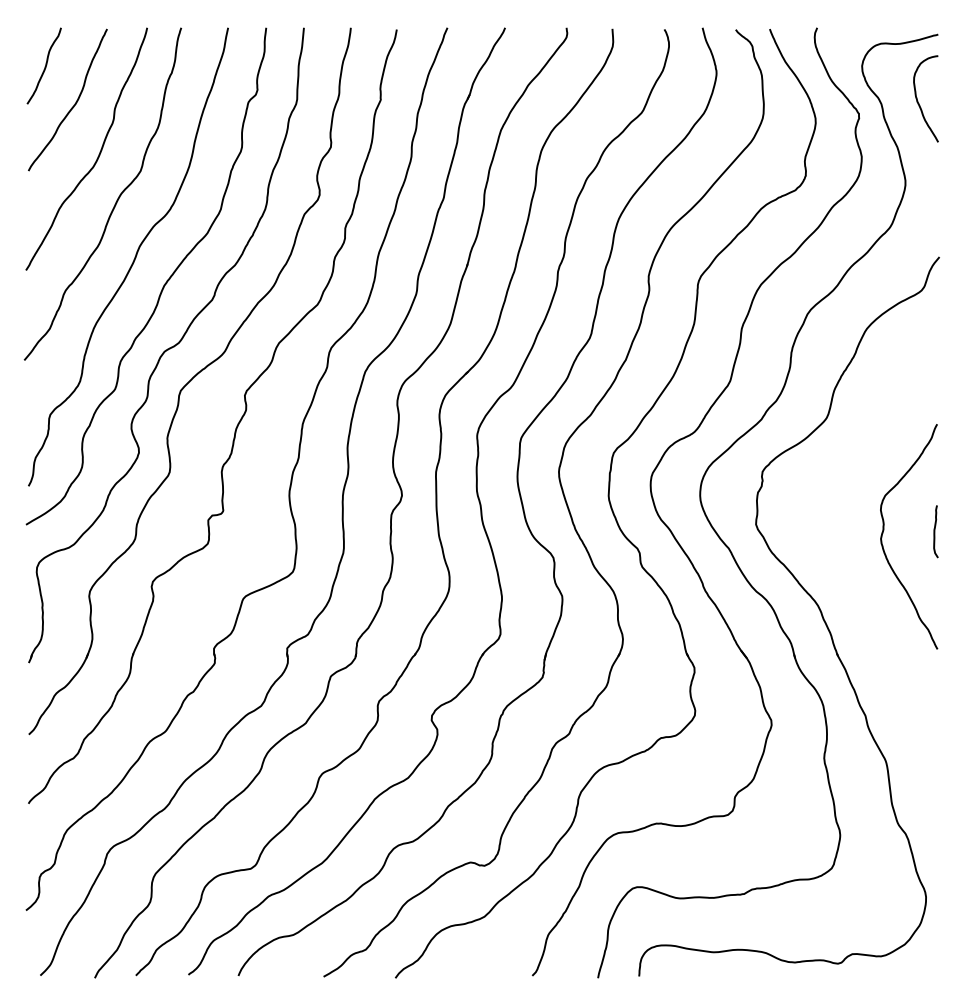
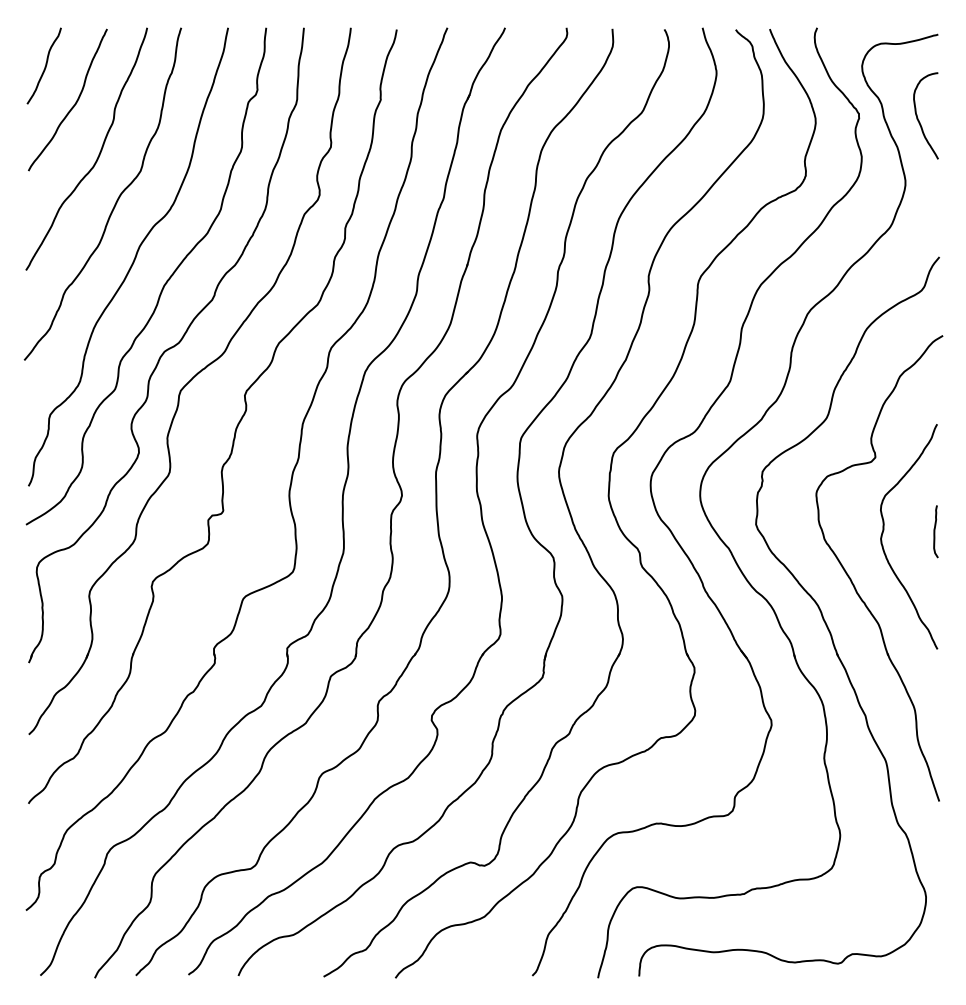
curve at (918, 101) position: (918, 101) -> (918, 118)
part at (854, 584): none -> present
